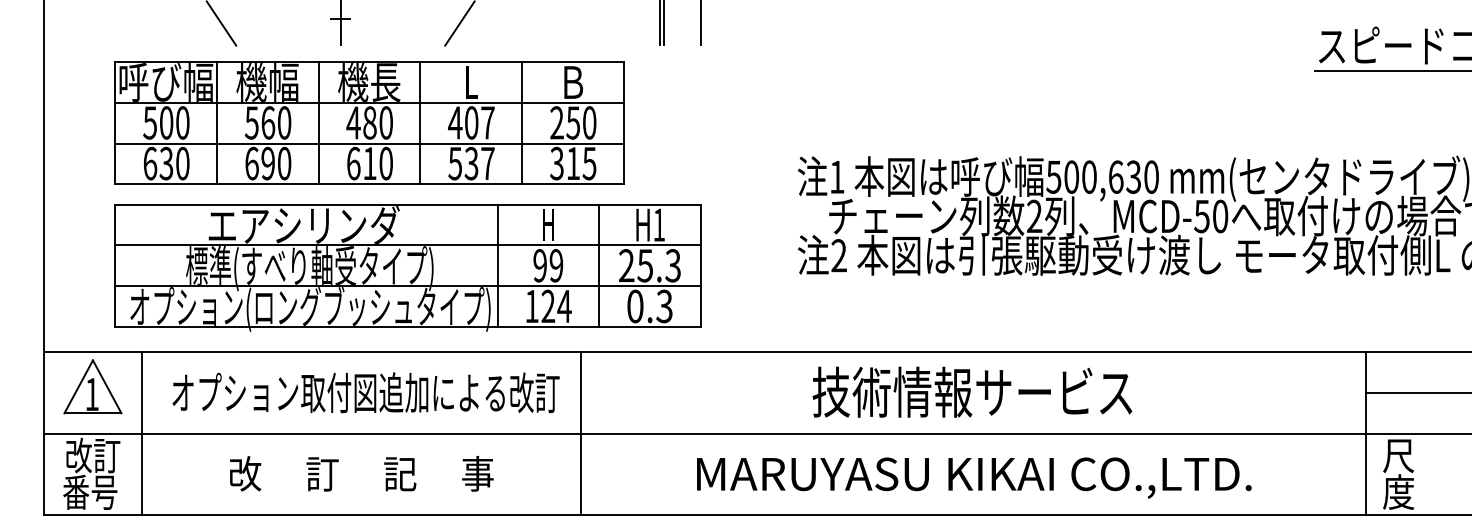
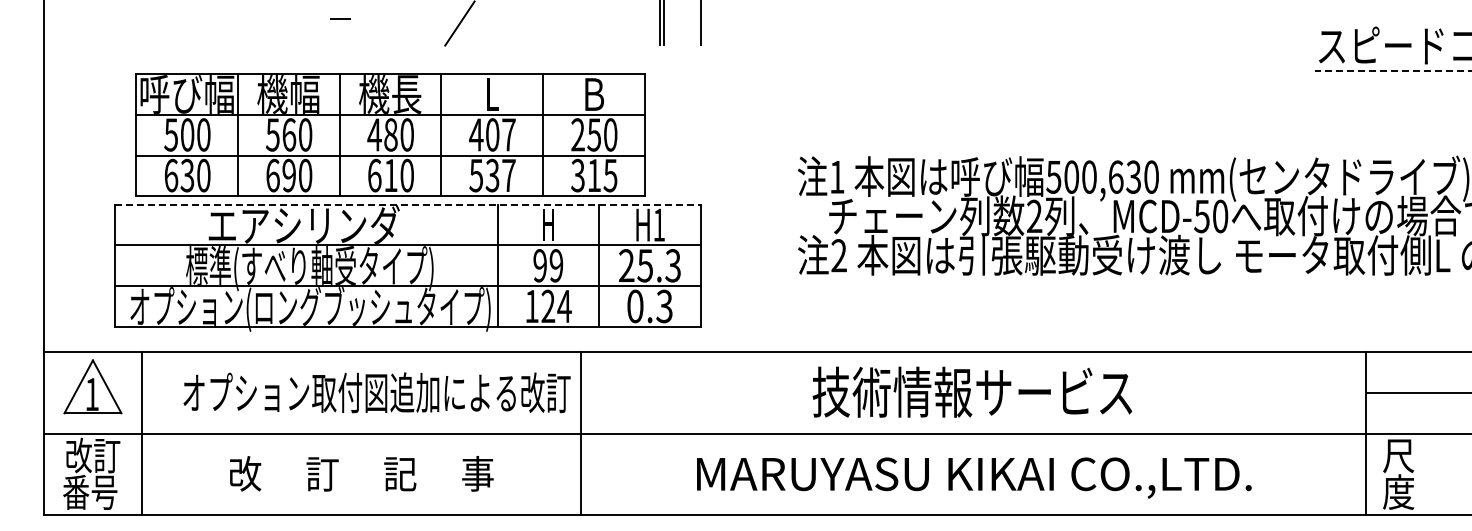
line at (221, 24): present -> none
line at (340, 24): present -> none
line at (1393, 70): solid -> dashed
part at (369, 122) position: (369, 122) -> (390, 134)
line at (408, 204): solid -> dashed
text at (365, 392) position: (365, 392) -> (376, 392)
